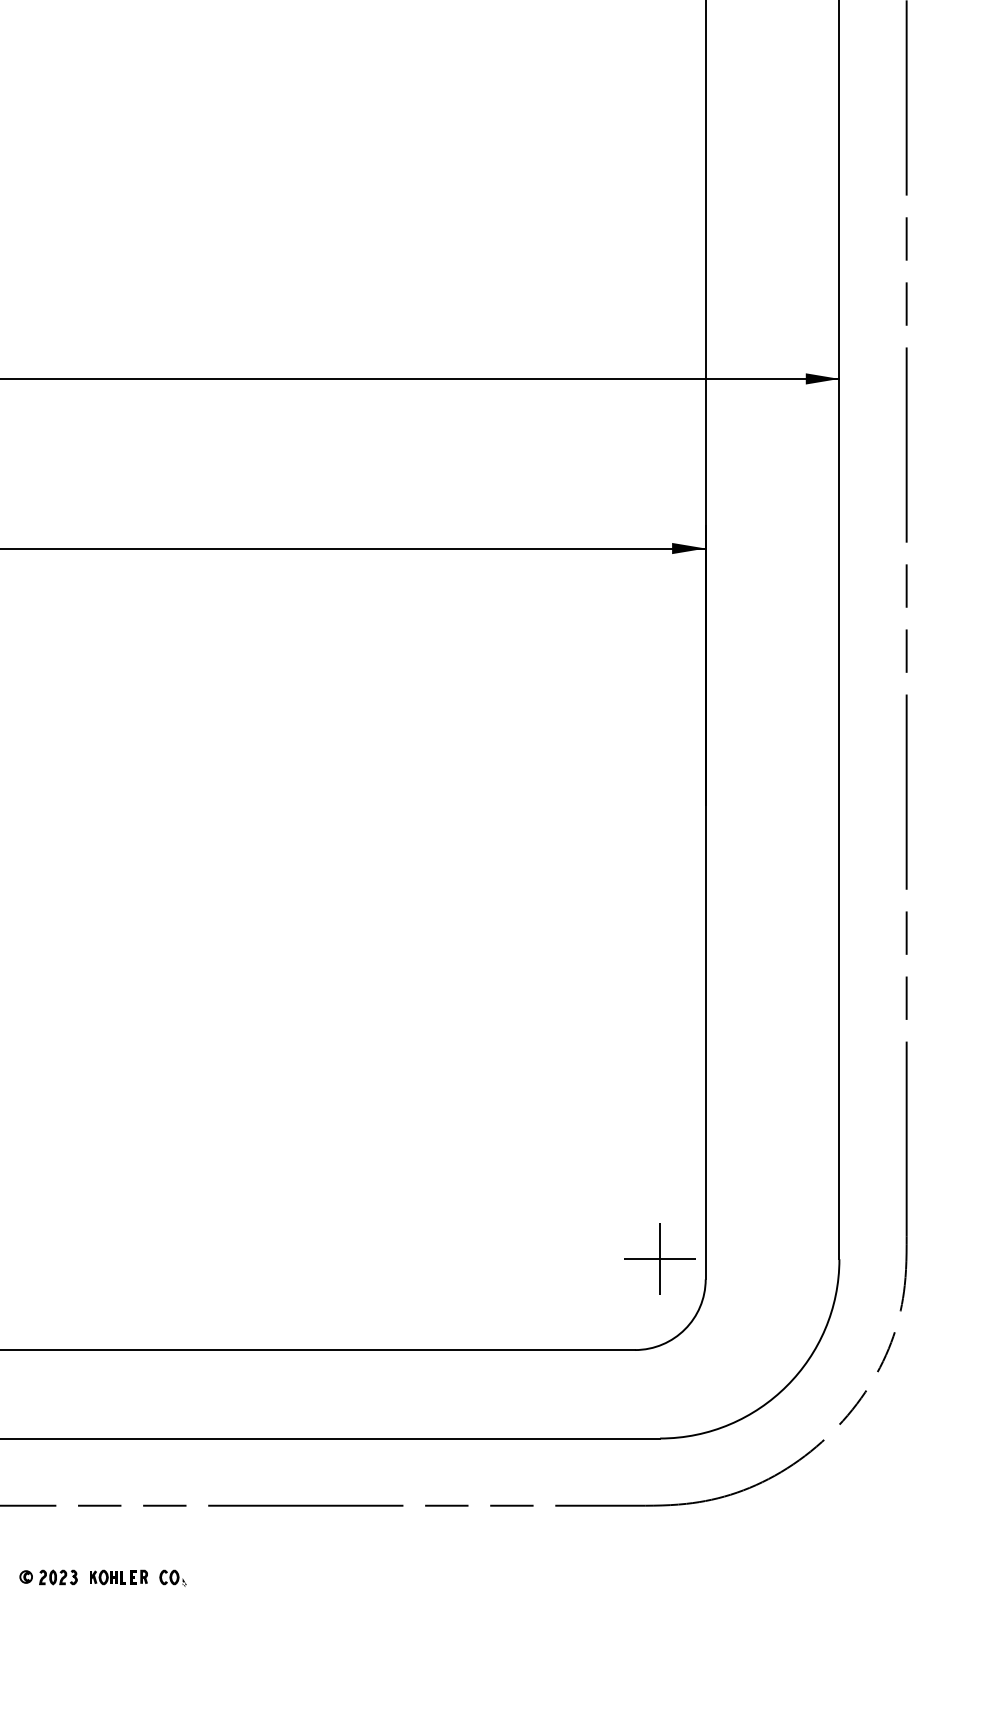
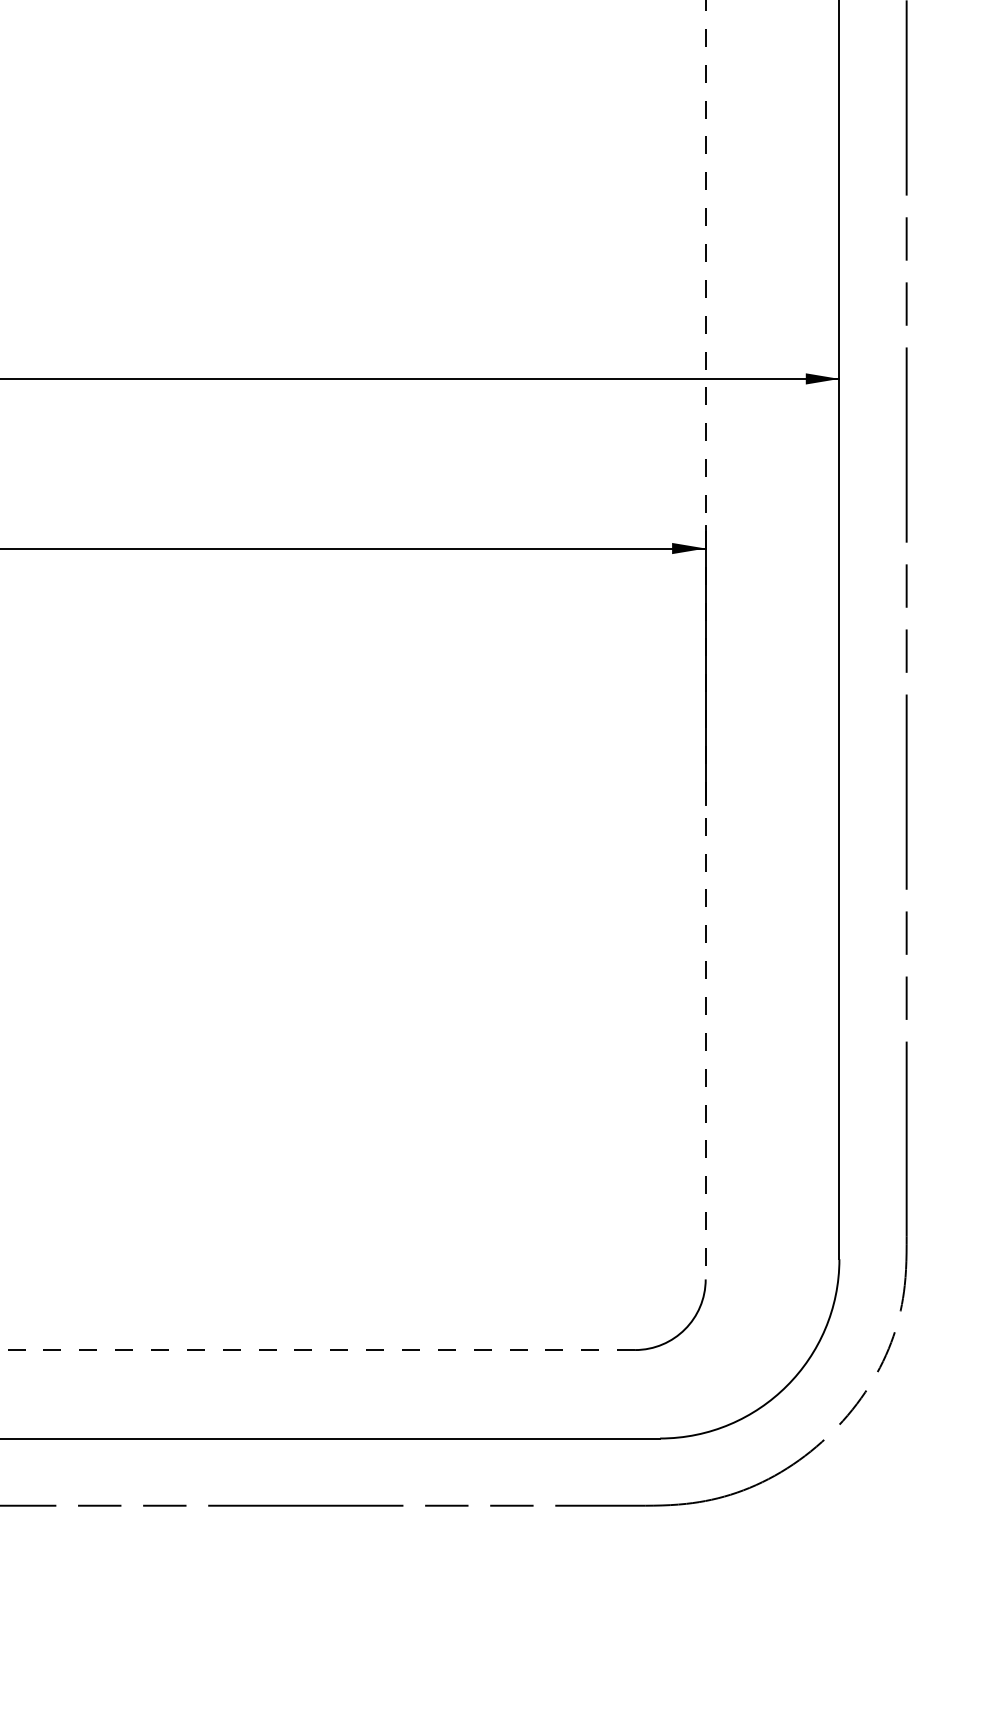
line at (705, 640): solid -> dashed
part at (659, 1258): present -> none
line at (317, 1350): solid -> dashed
part at (102, 1577): present -> none
